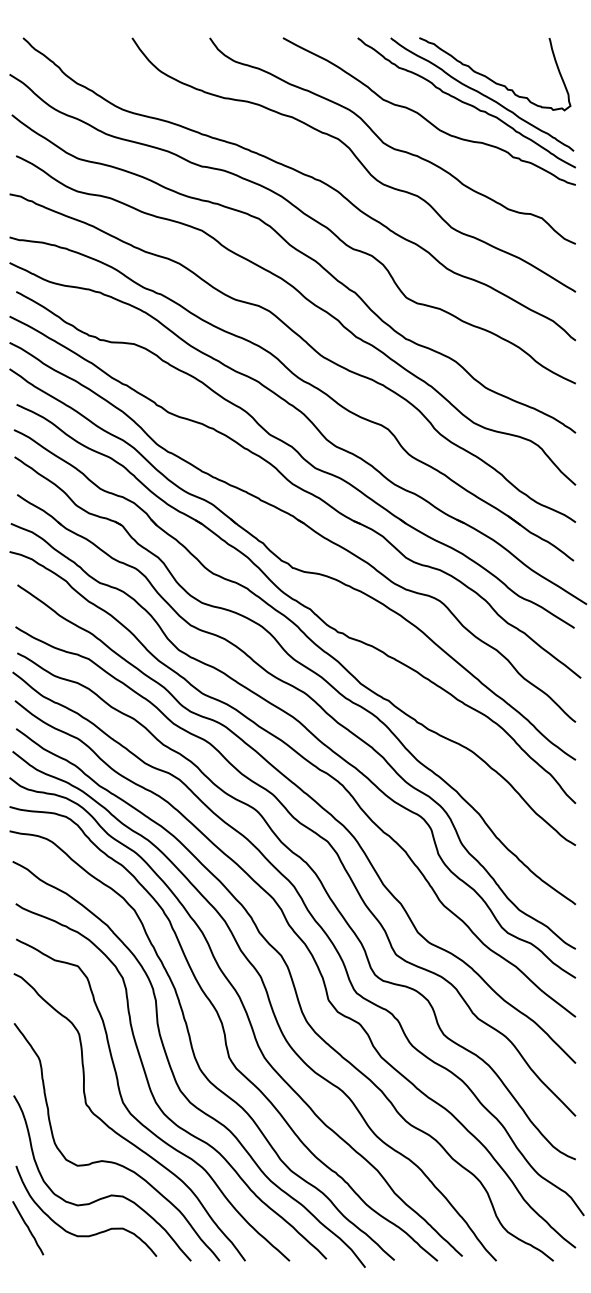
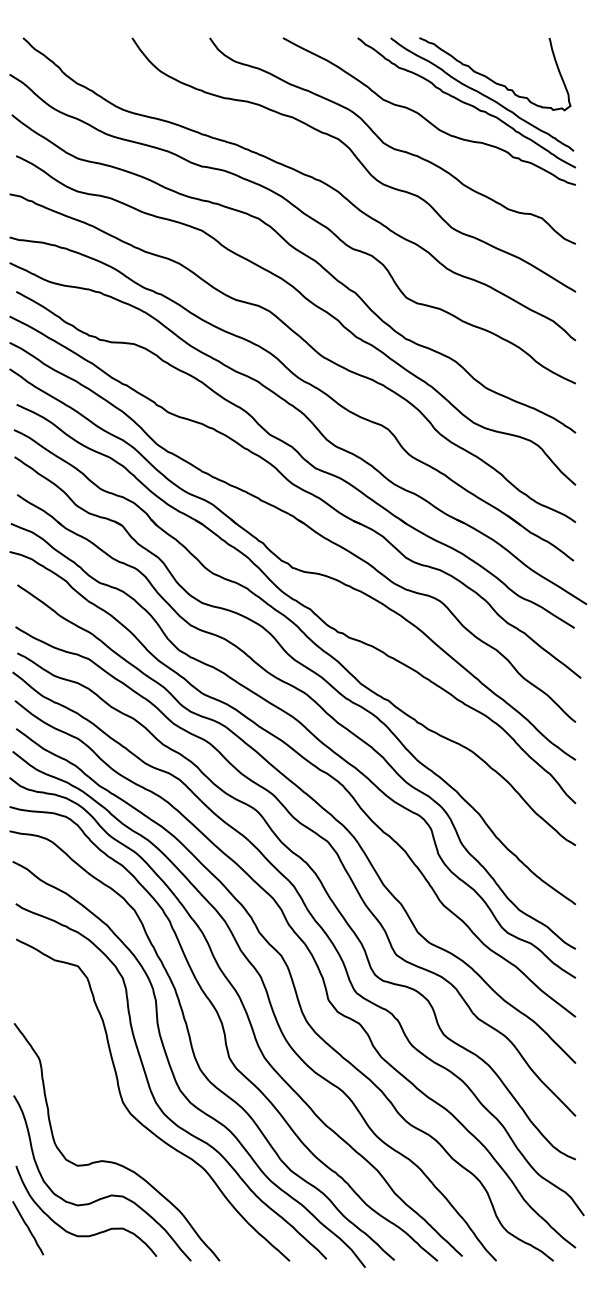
curve at (116, 1131): present -> none
